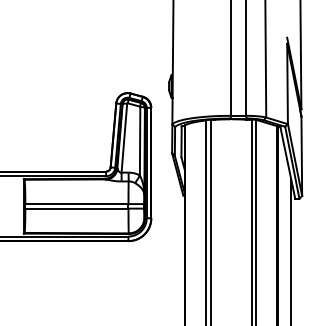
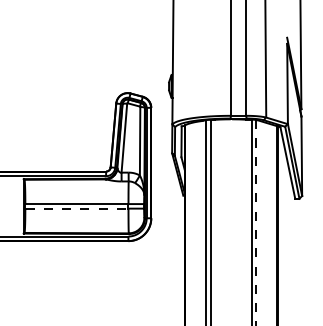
line at (76, 208): solid -> dashed
line at (256, 222): solid -> dashed
line at (291, 250): present -> none
